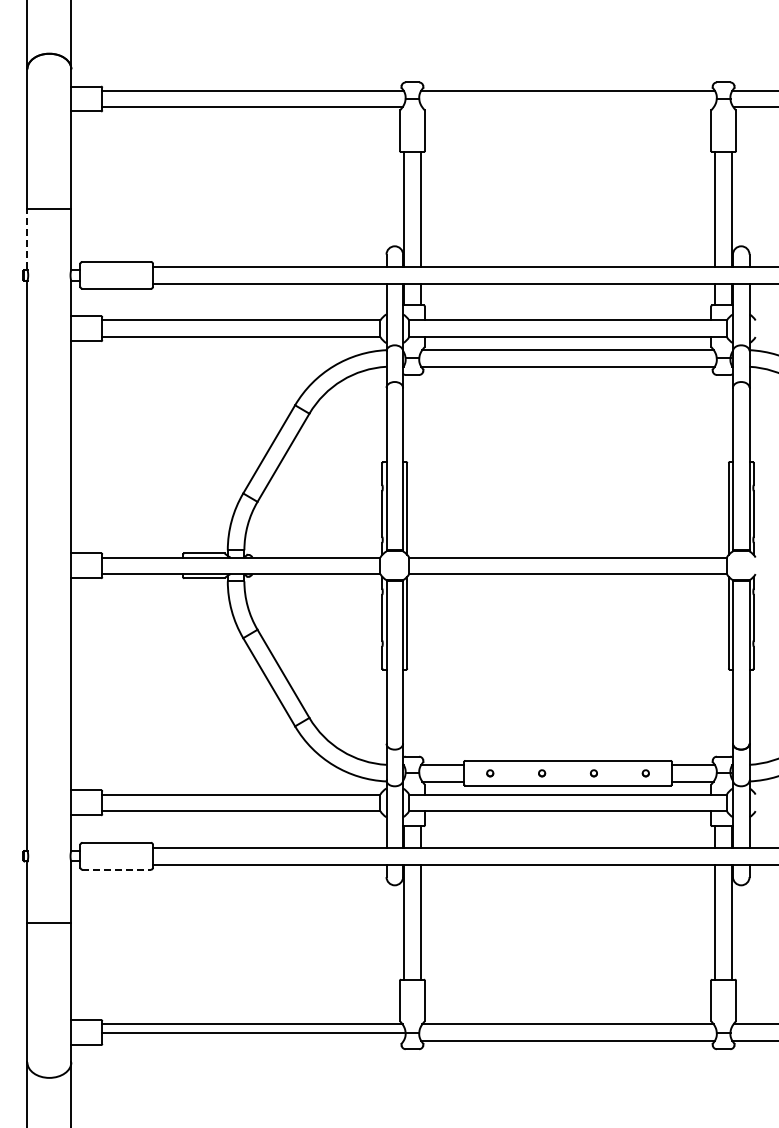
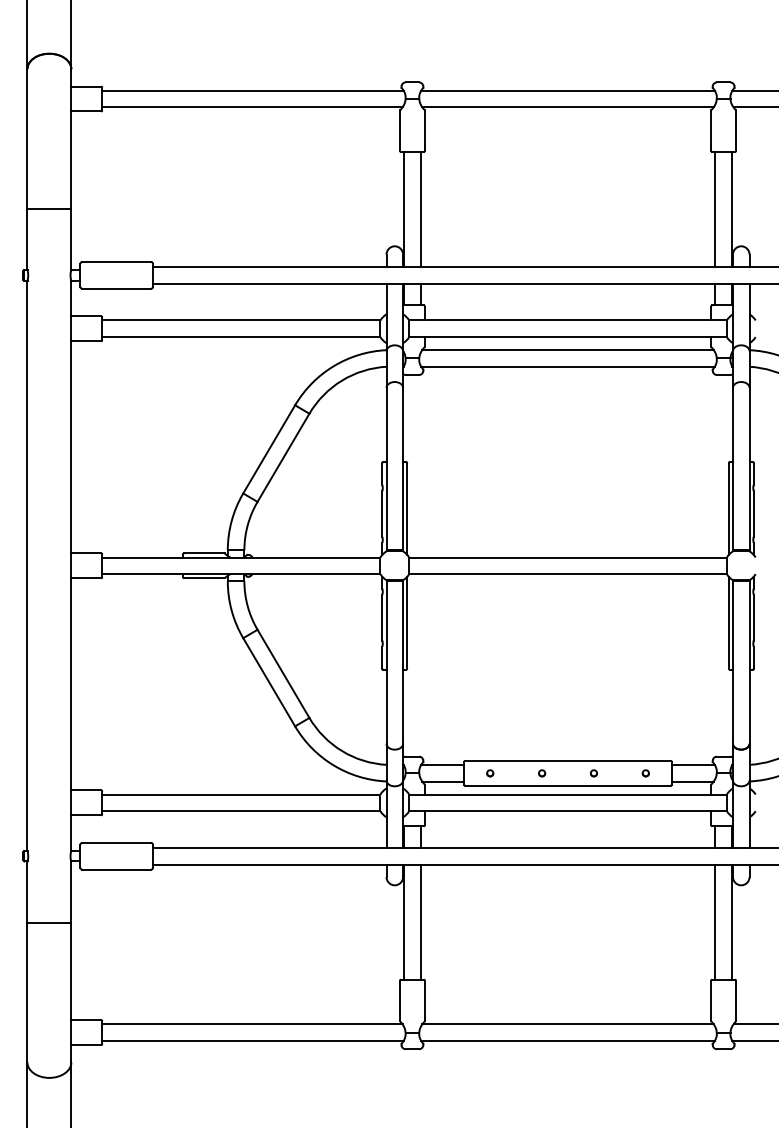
line at (567, 107): none -> present
line at (27, 238): dashed -> solid
line at (117, 869): dashed -> solid
line at (252, 1032) position: (252, 1032) -> (252, 1040)
